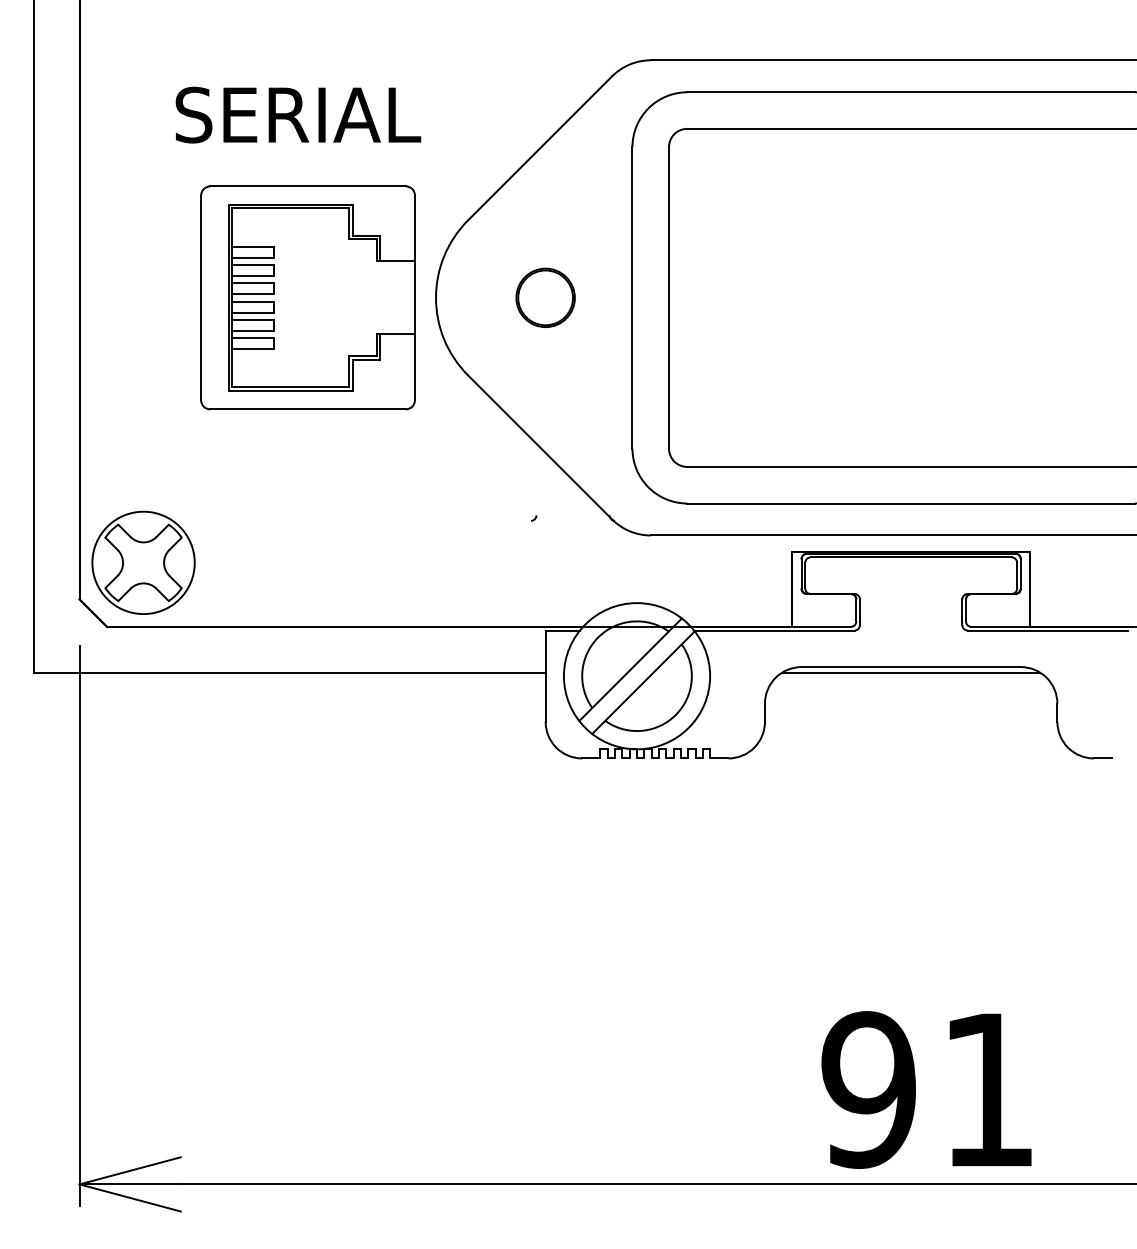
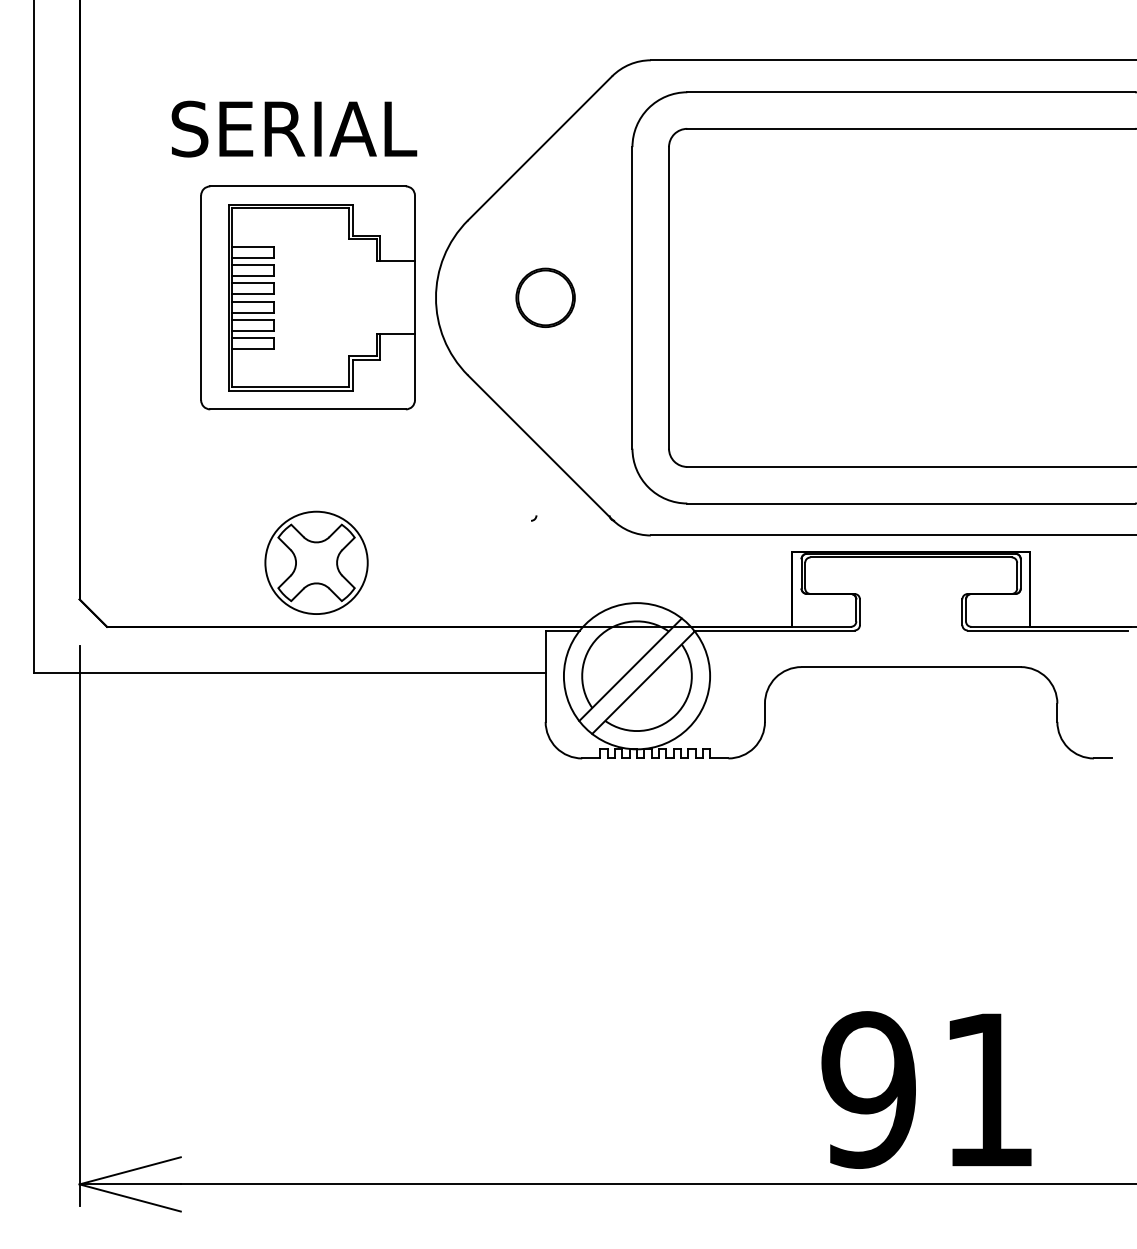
text at (298, 114) position: (298, 114) -> (294, 128)
part at (143, 562) position: (143, 562) -> (316, 562)
line at (911, 672): present -> none
